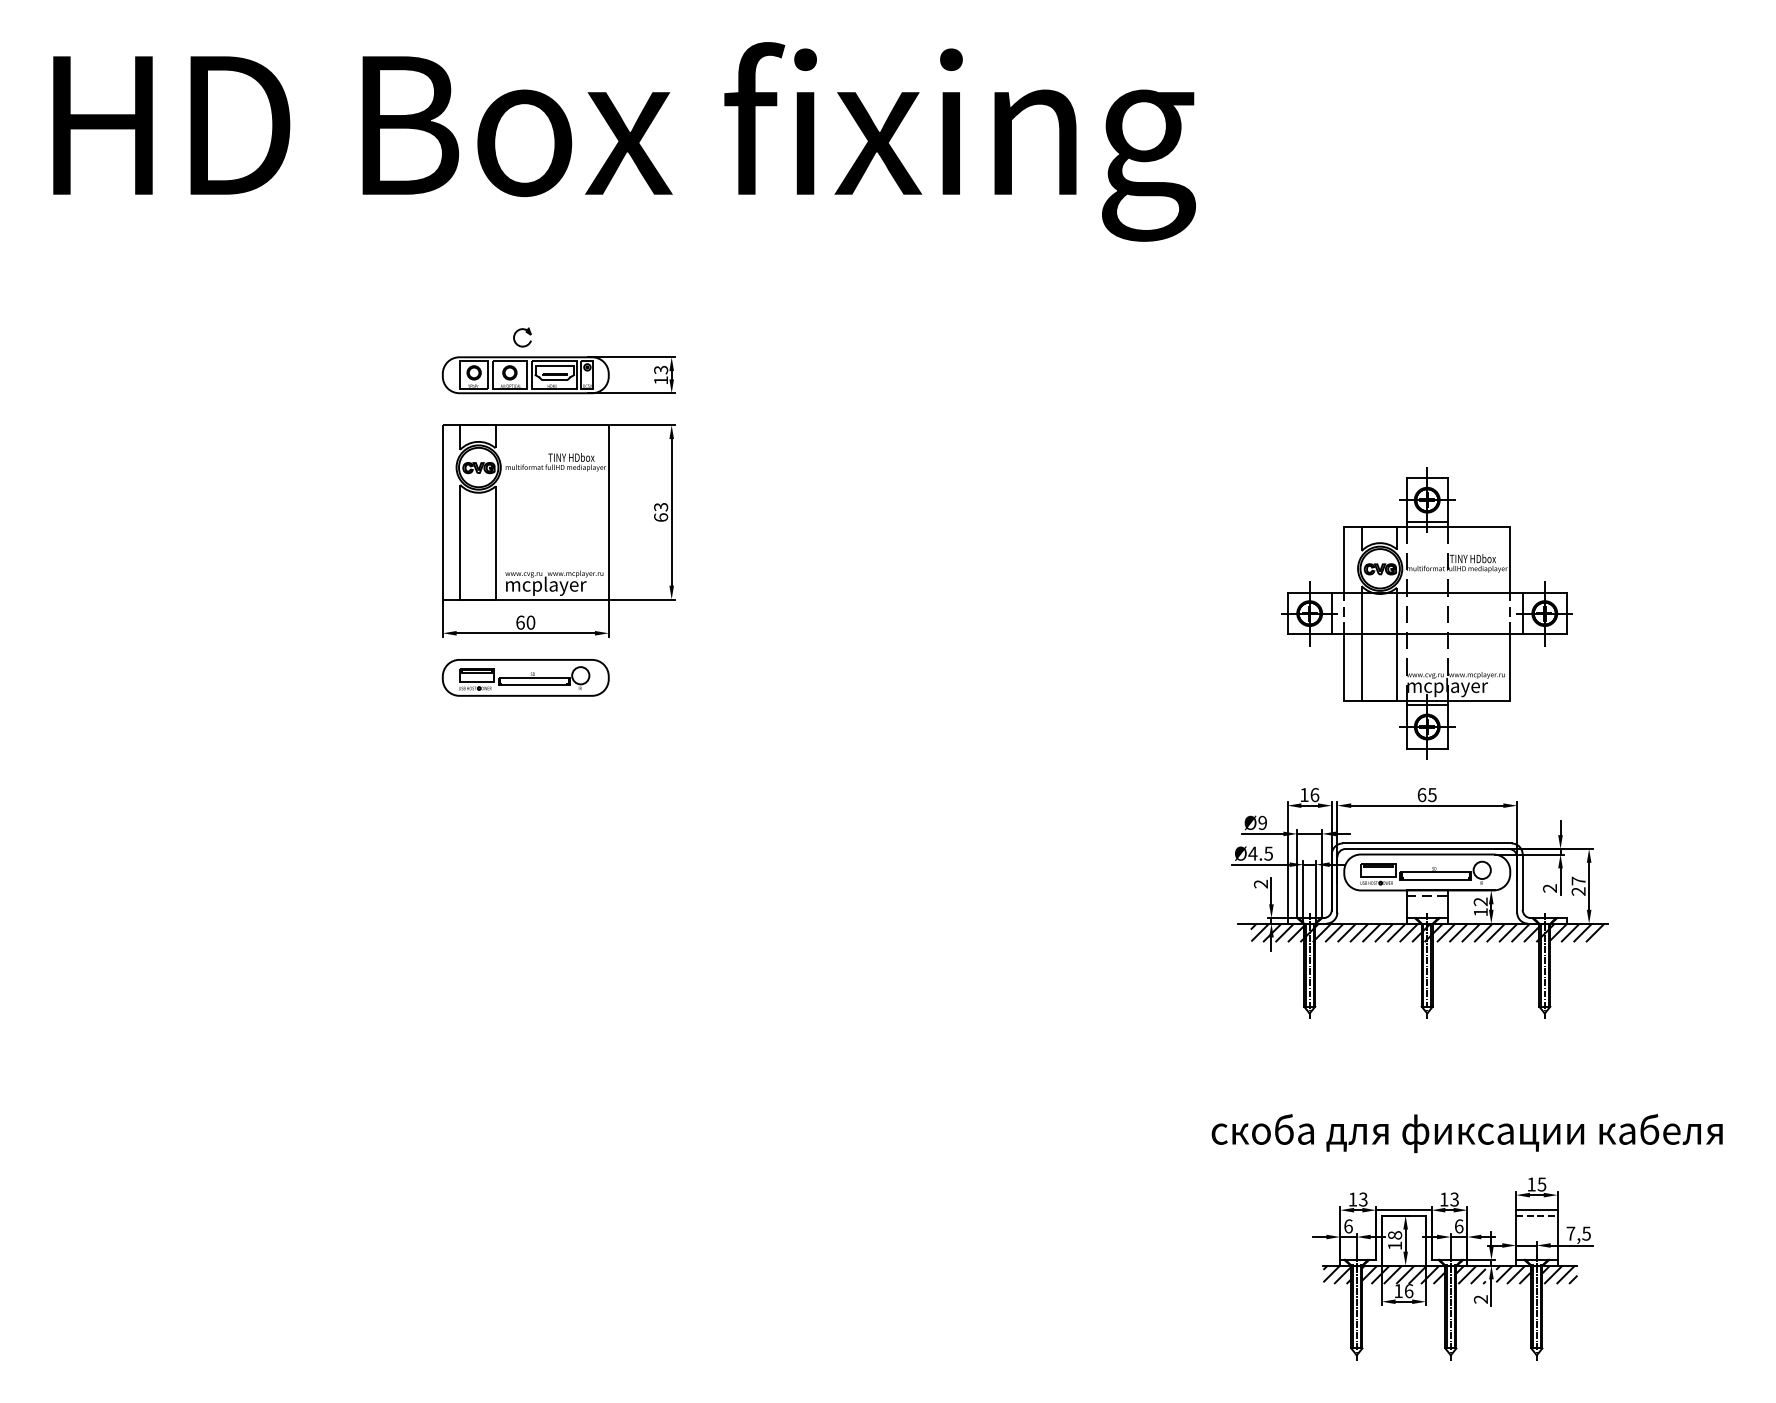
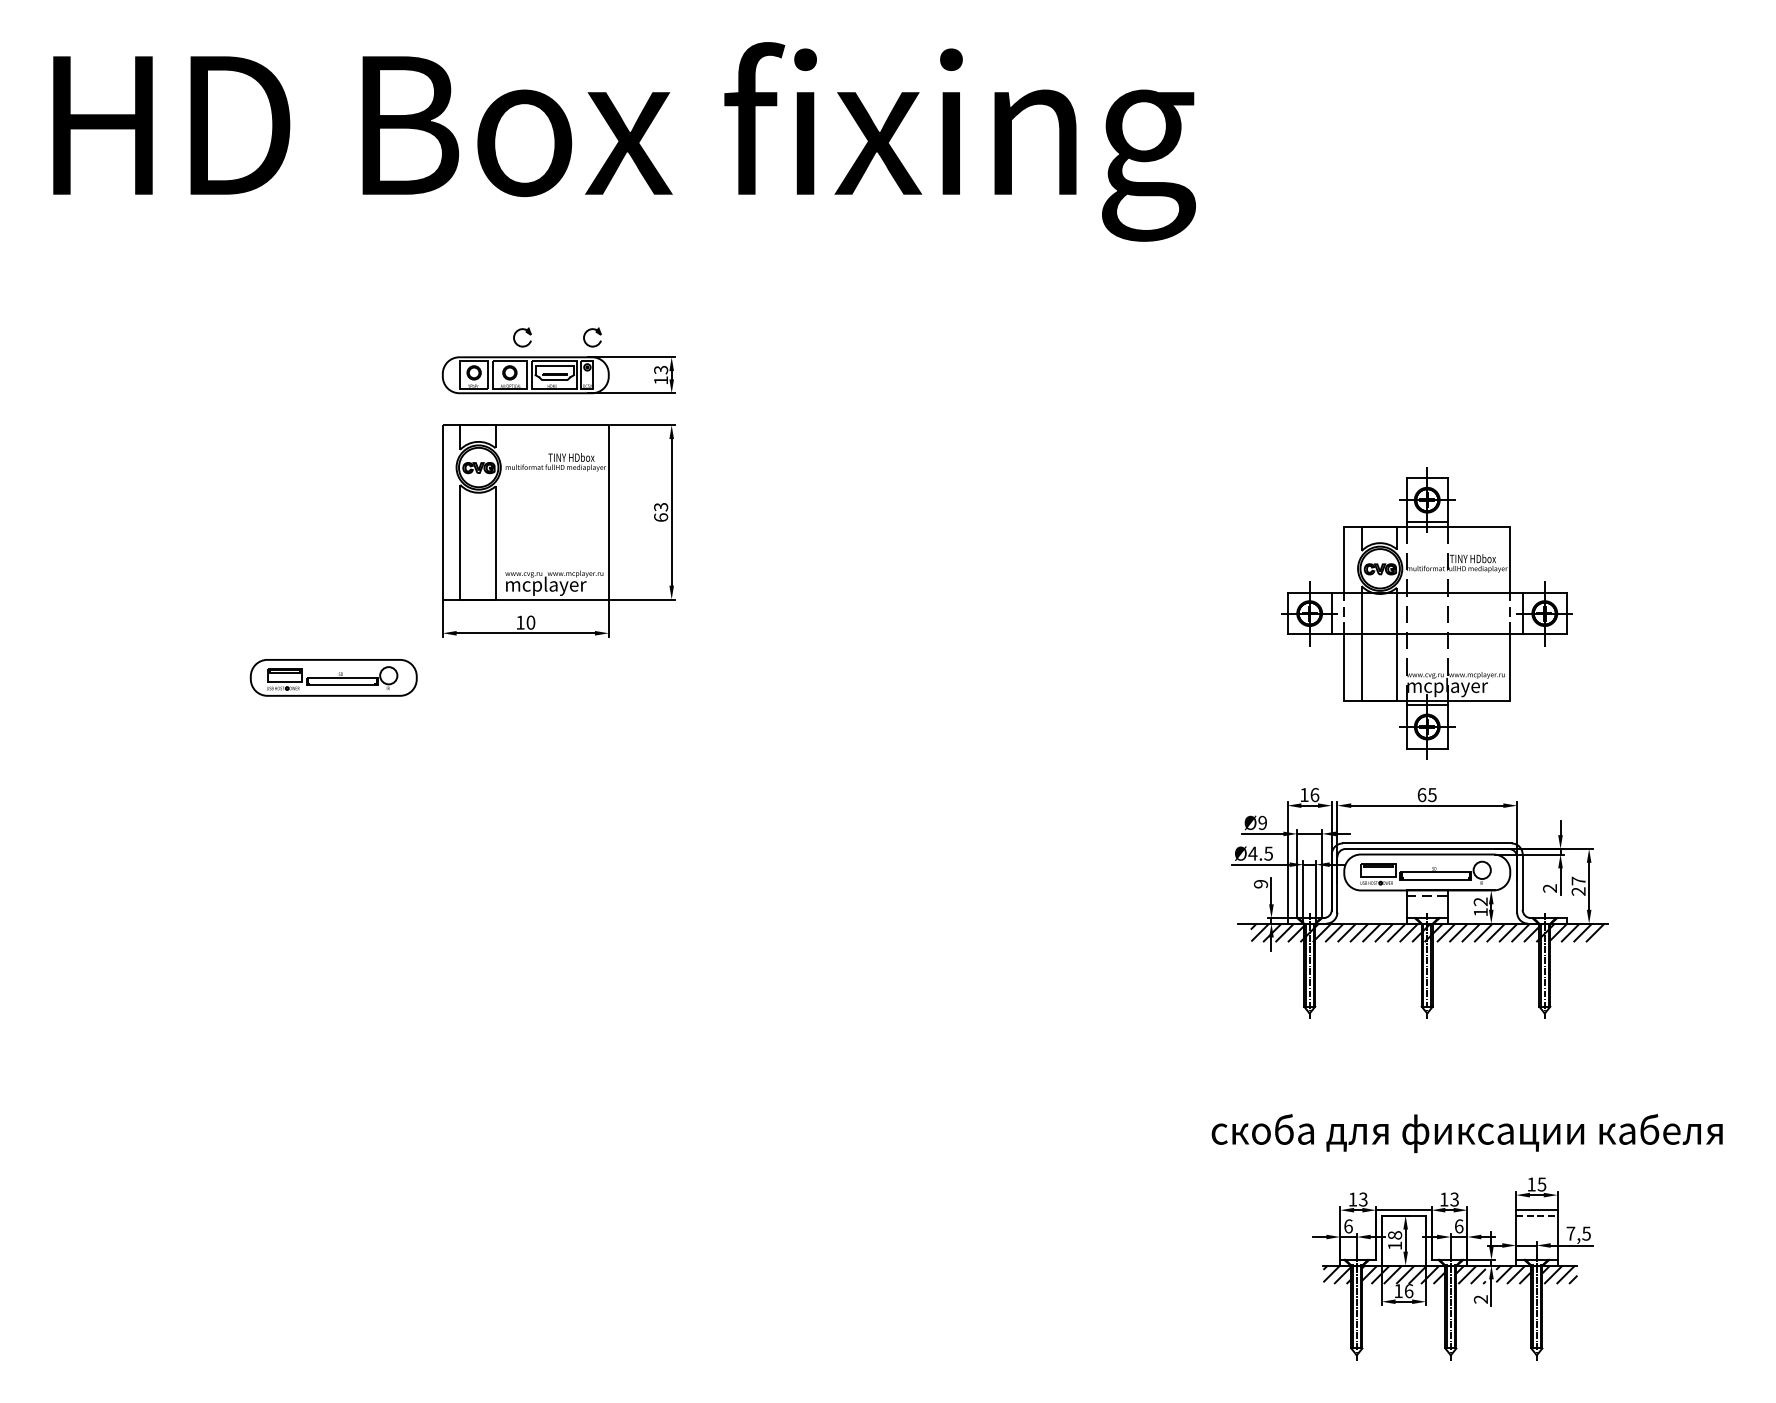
part at (592, 337): none -> present
text at (520, 622): 60 -> 10
part at (525, 677) position: (525, 677) -> (333, 677)
text at (1261, 883): 2 -> 9
